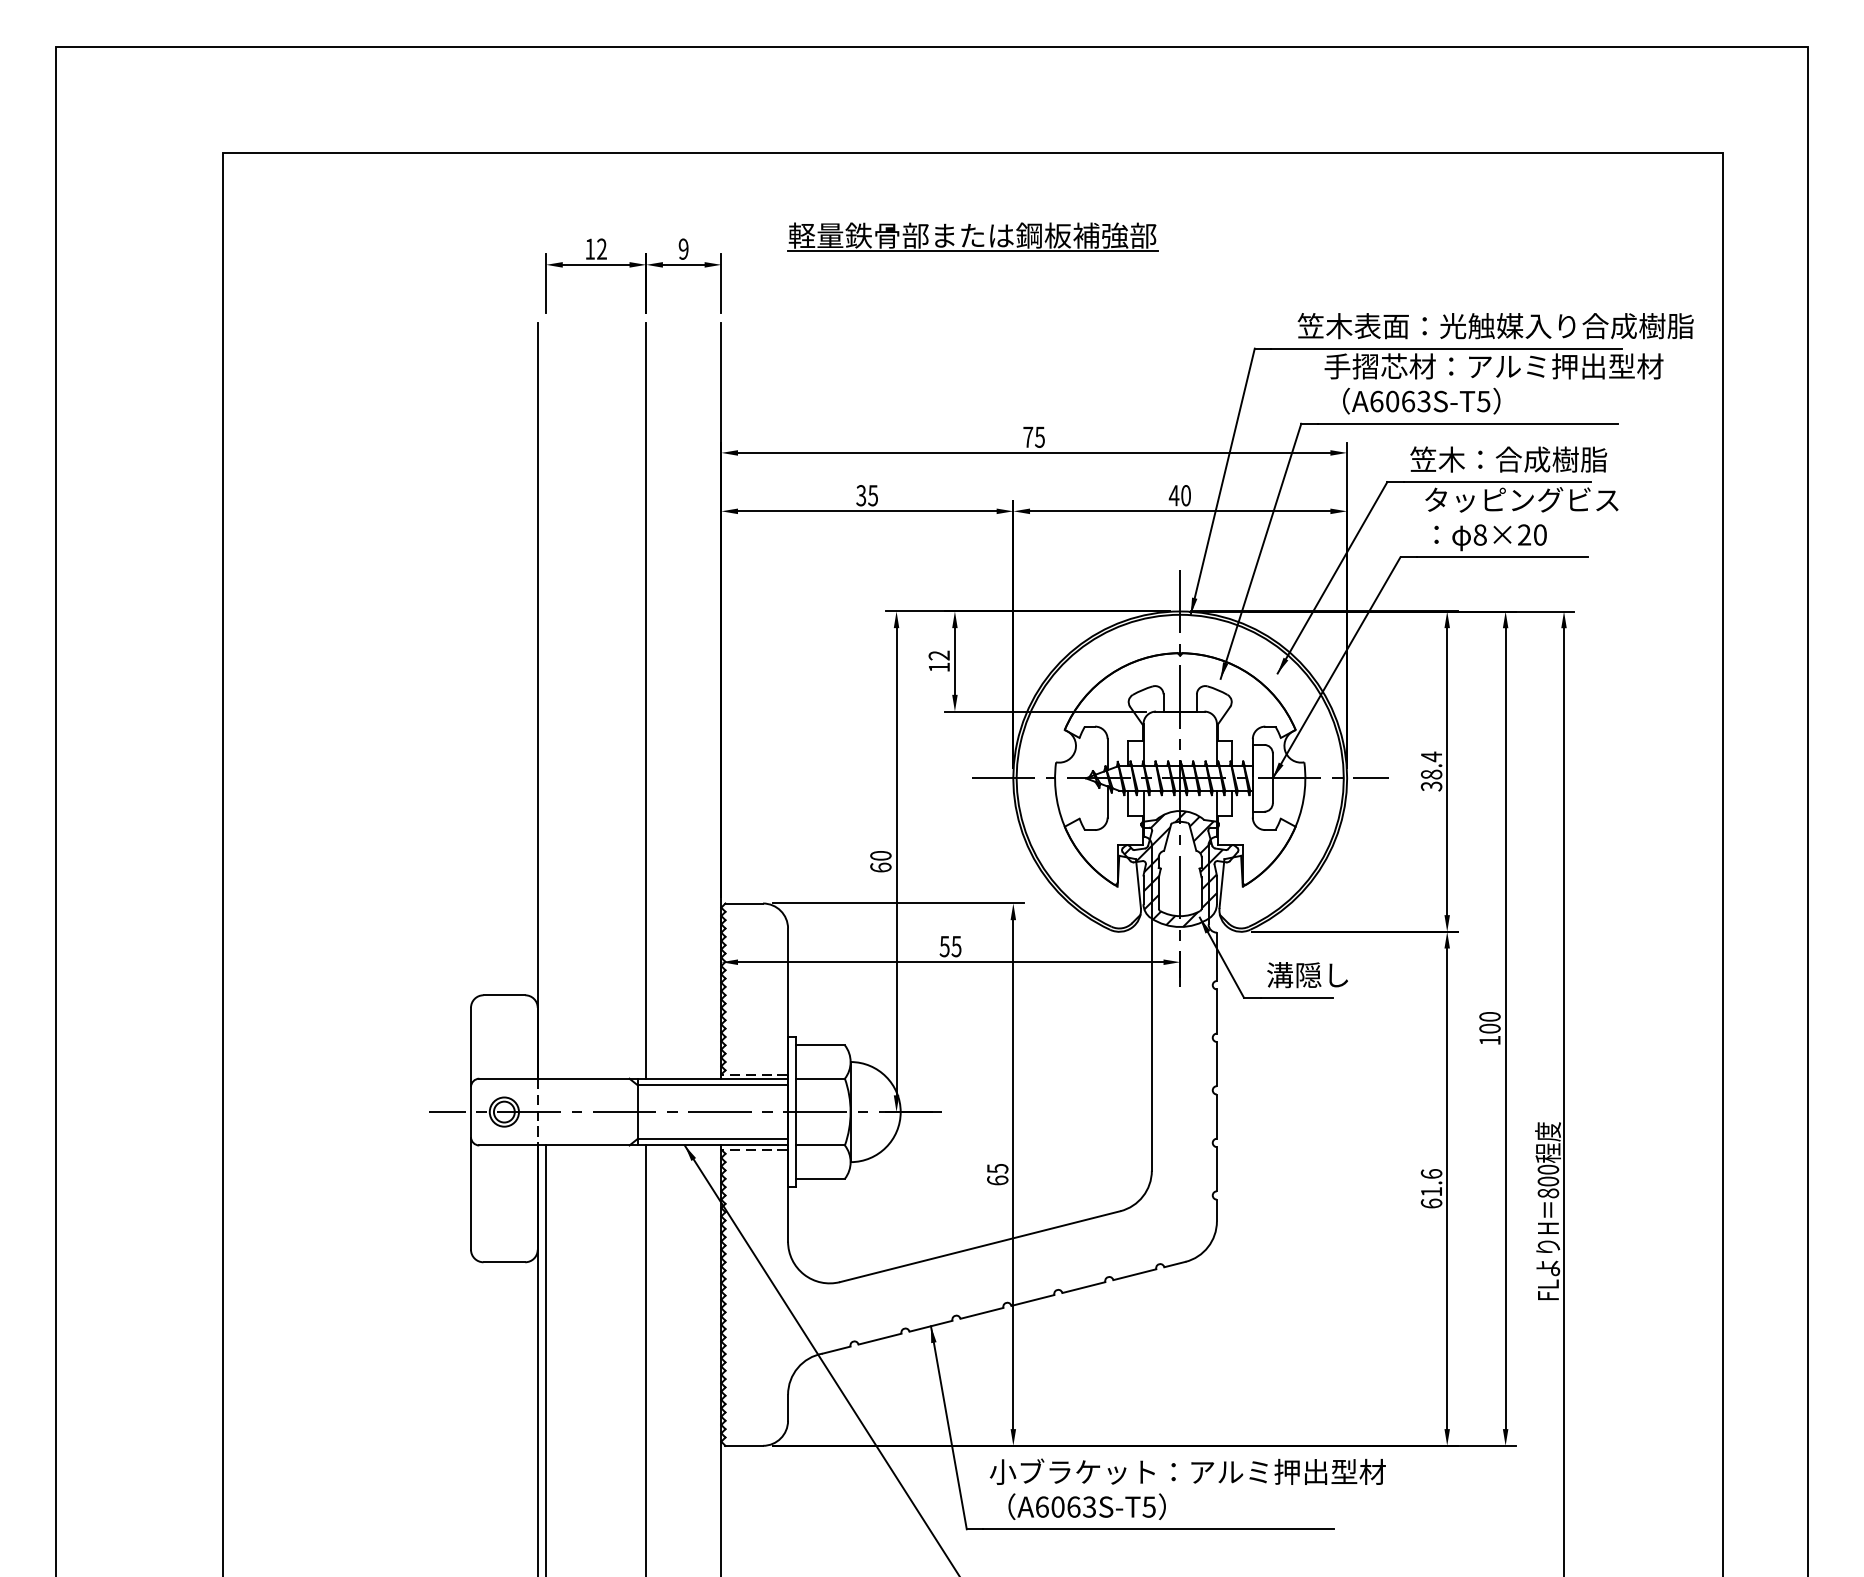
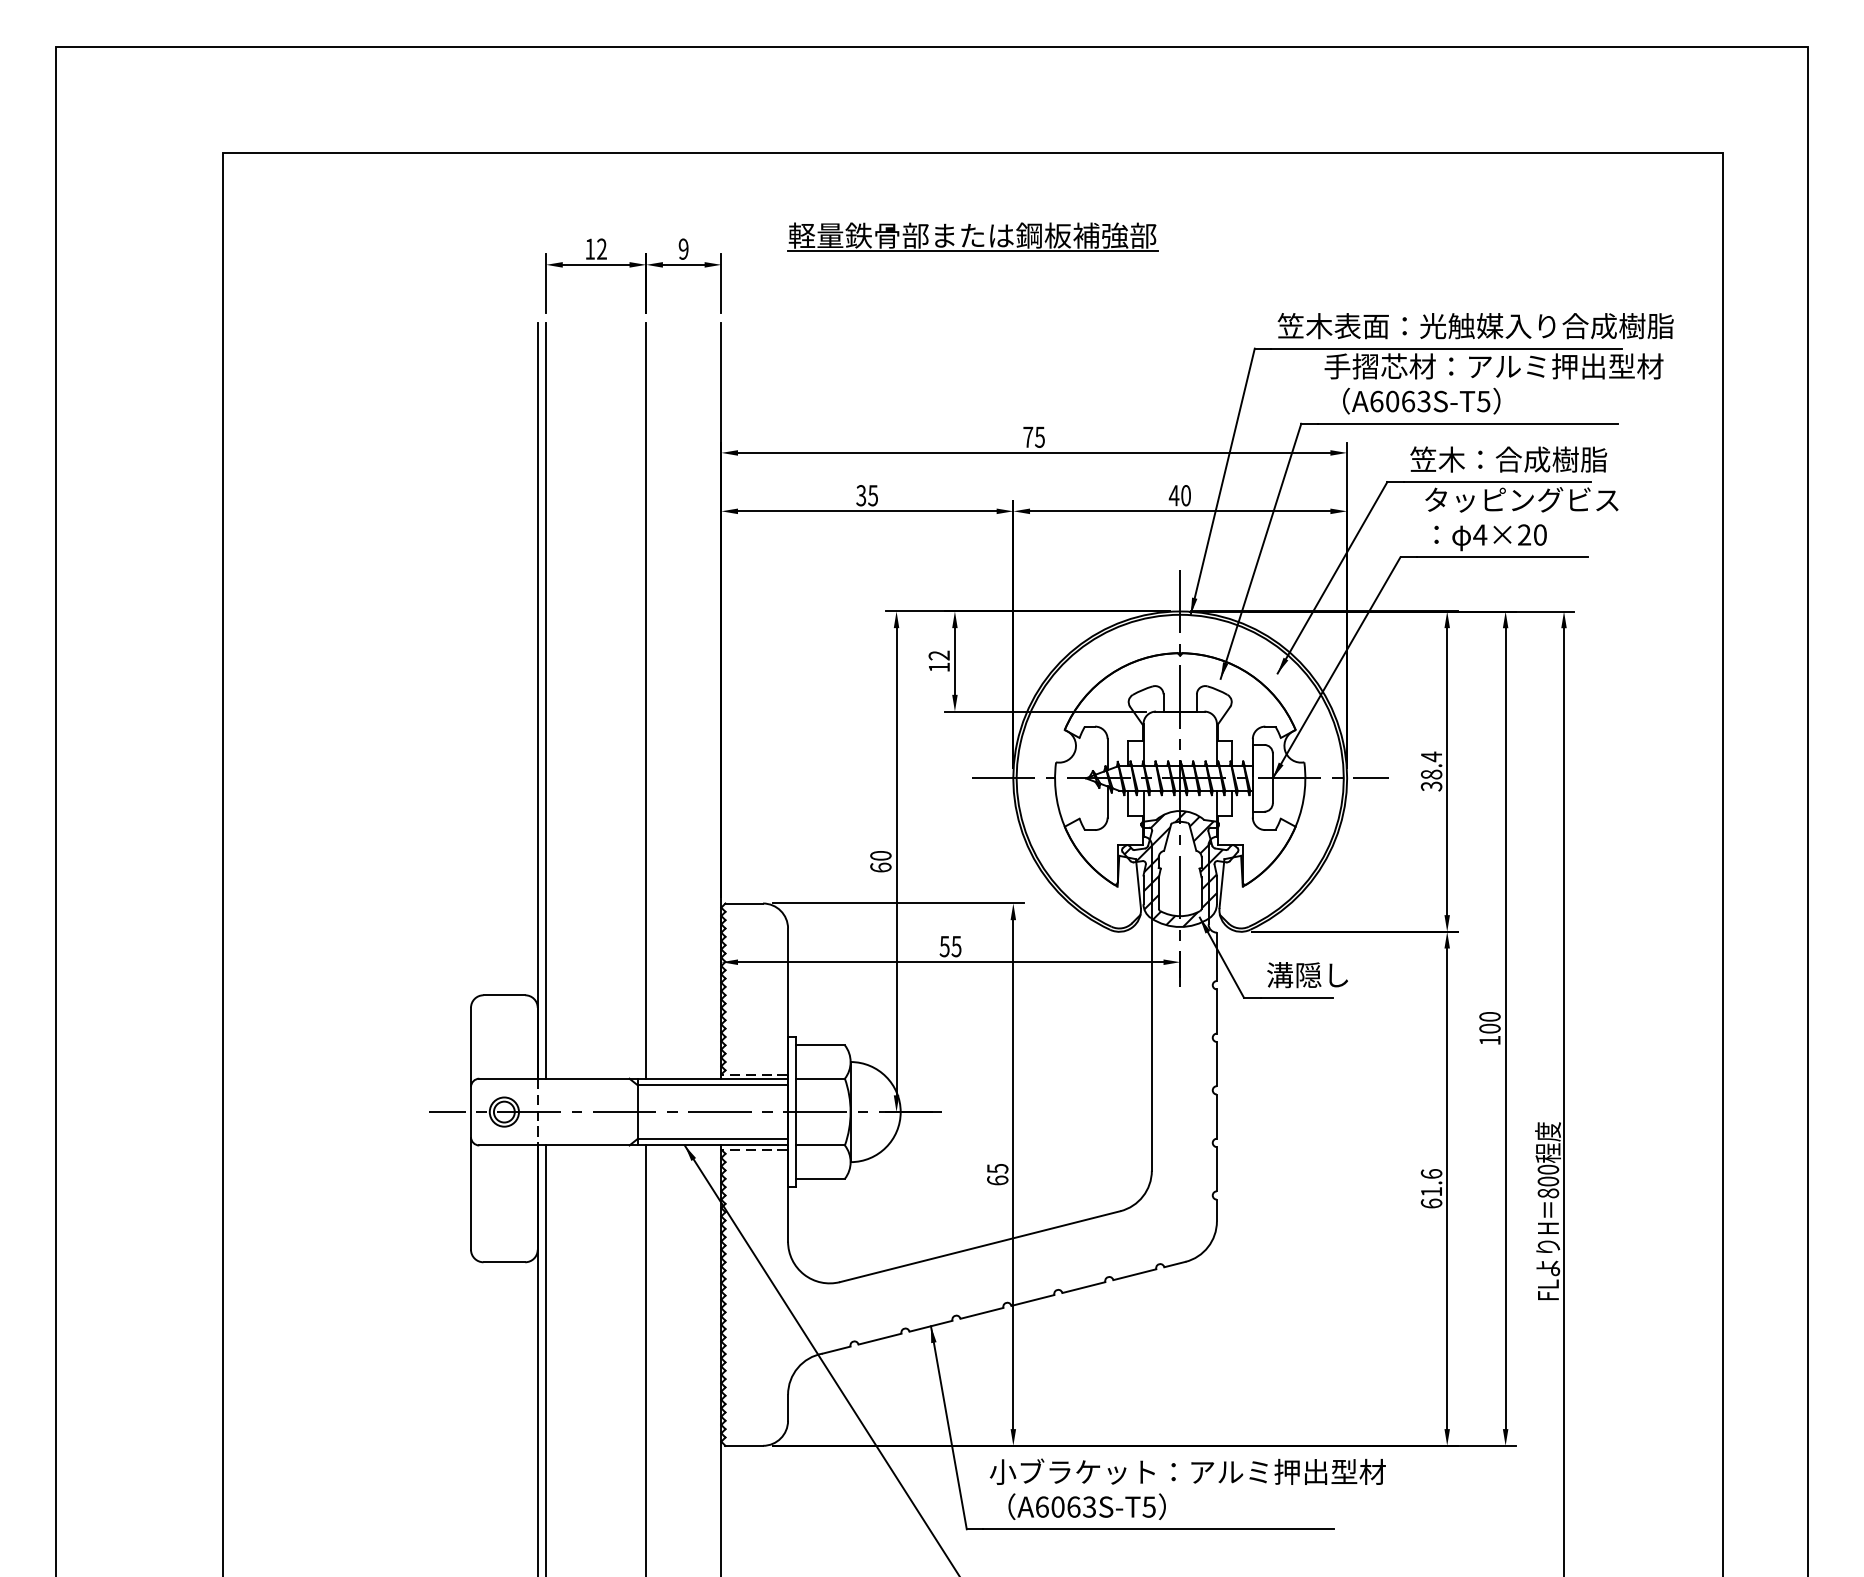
text at (1495, 326) position: (1495, 326) -> (1475, 326)
text at (1480, 534): 8×20 -> 4×20
line at (546, 700): none -> present
